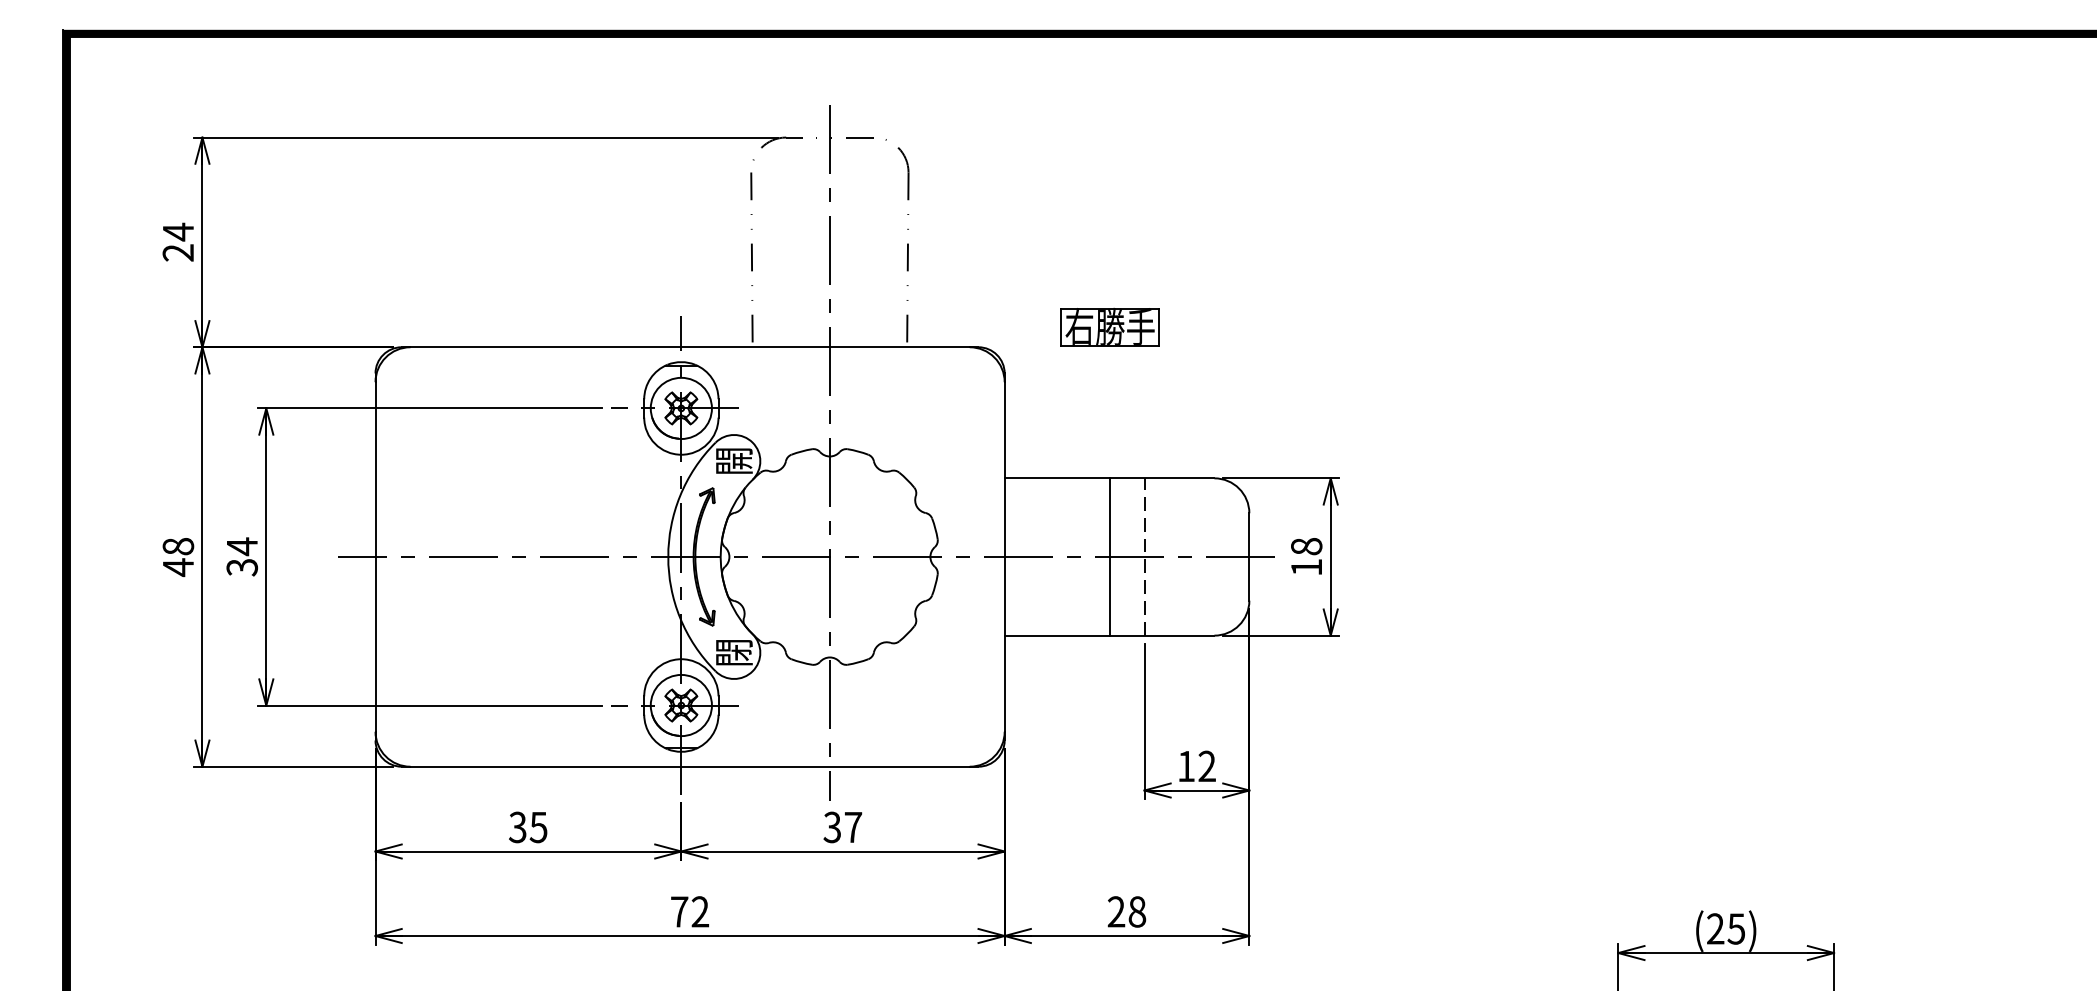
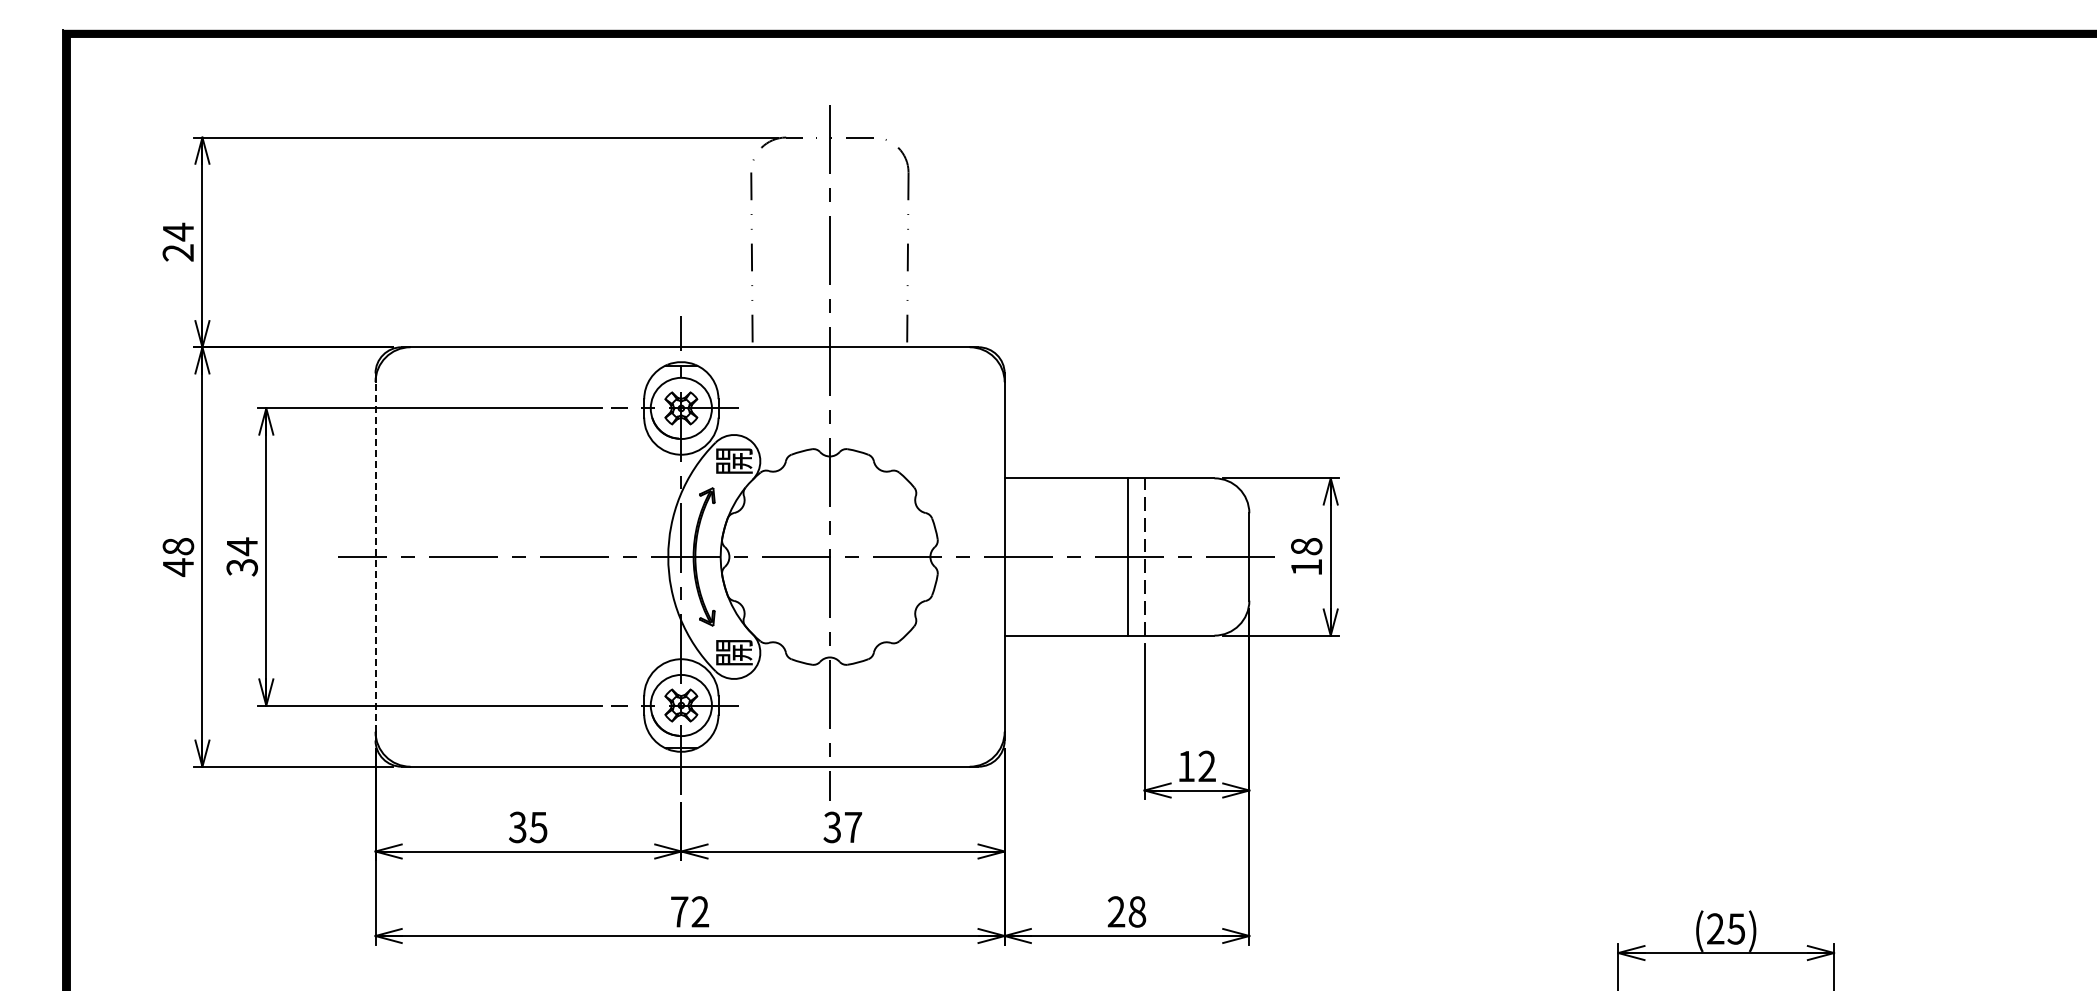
part at (1109, 326): present -> none
line at (375, 556): solid -> dashed
line at (1109, 556) position: (1109, 556) -> (1127, 556)
text at (737, 652): 閉 -> 開
